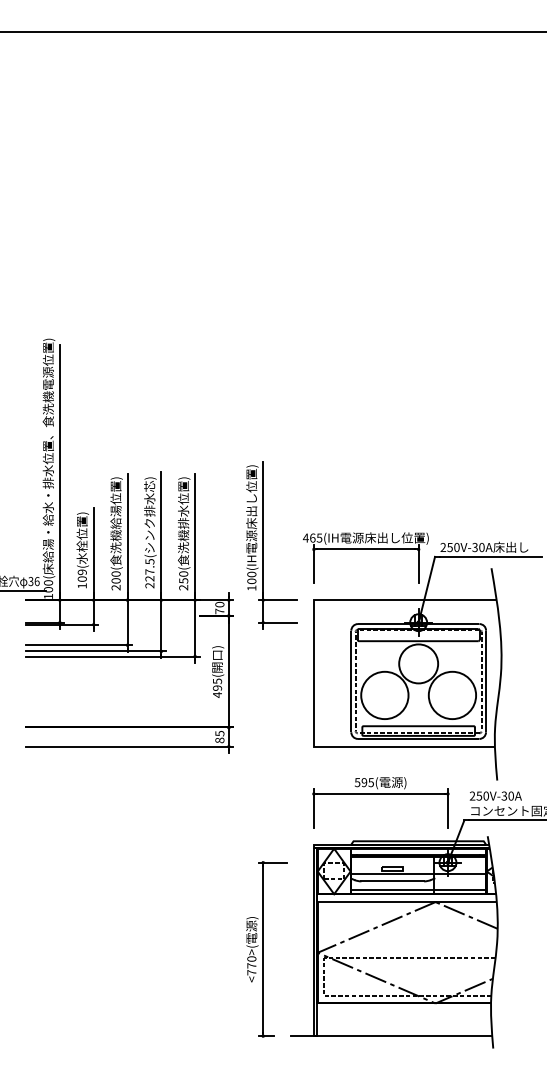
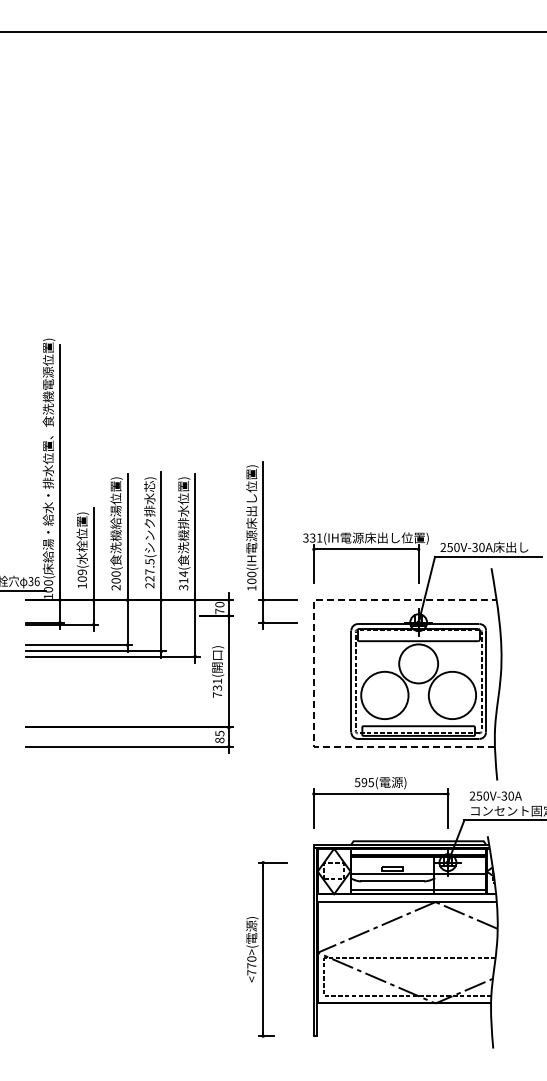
text at (312, 537): 465 -> 331
text at (183, 580): 250( -> 314(
line at (313, 672): solid -> dashed
text at (217, 687): 495( -> 731(
line at (391, 1036): present -> none
